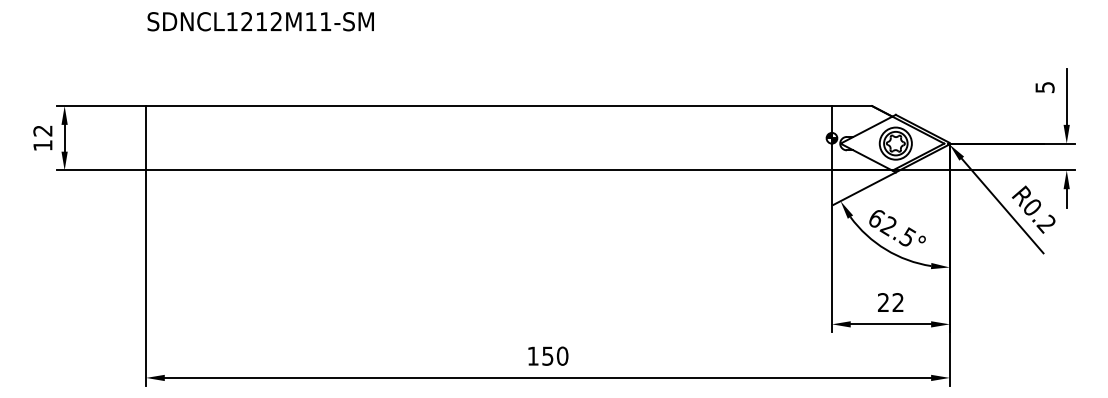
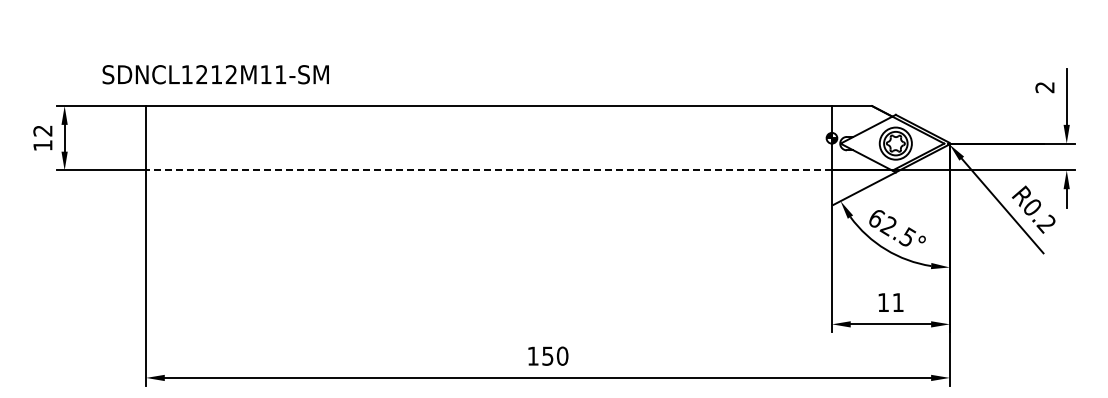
text at (260, 21) position: (260, 21) -> (215, 74)
text at (1044, 87): 5 -> 2
line at (489, 170): solid -> dashed
text at (890, 302): 22 -> 11
